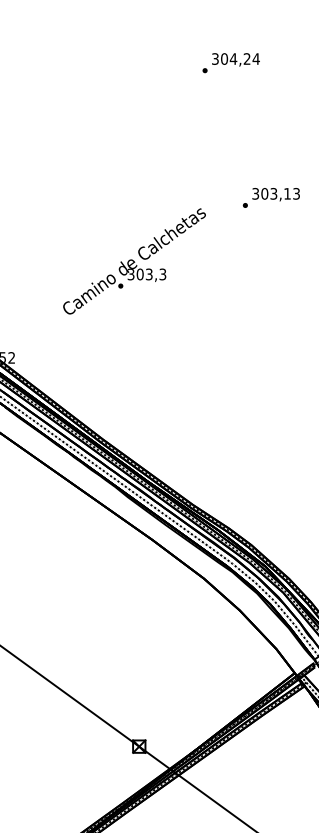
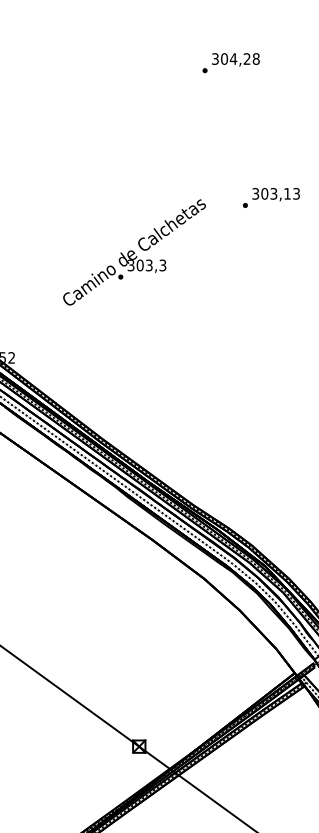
text at (255, 58): 304,24 -> 304,28
text at (134, 261) position: (134, 261) -> (134, 252)
